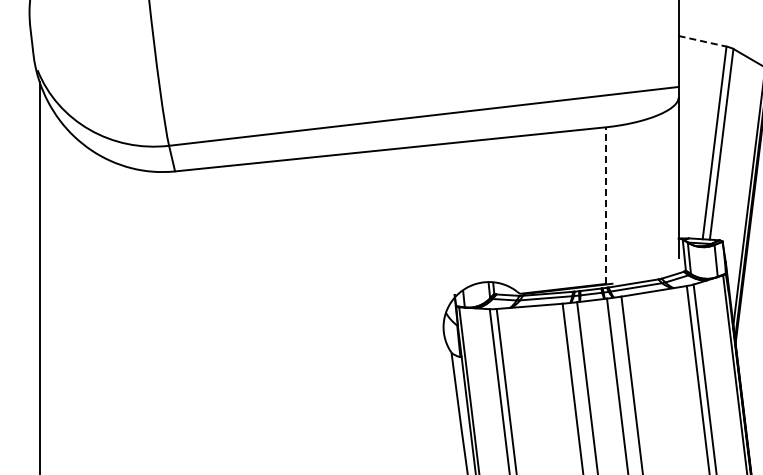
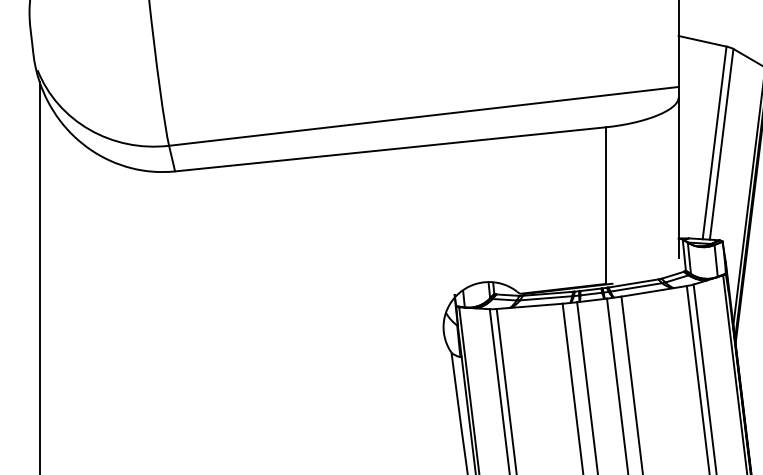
line at (702, 41): dashed -> solid
line at (605, 205): dashed -> solid
